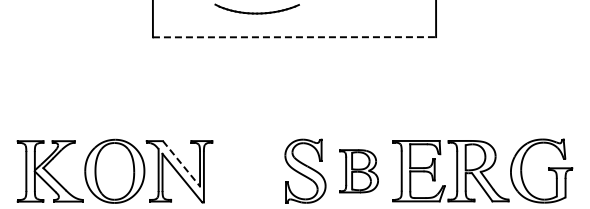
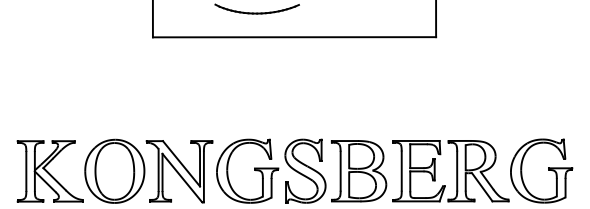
line at (294, 37): dashed -> solid
line at (181, 164): dashed -> solid
part at (254, 170): none -> present
part at (358, 171) size: 40x45 px -> 58x63 px
